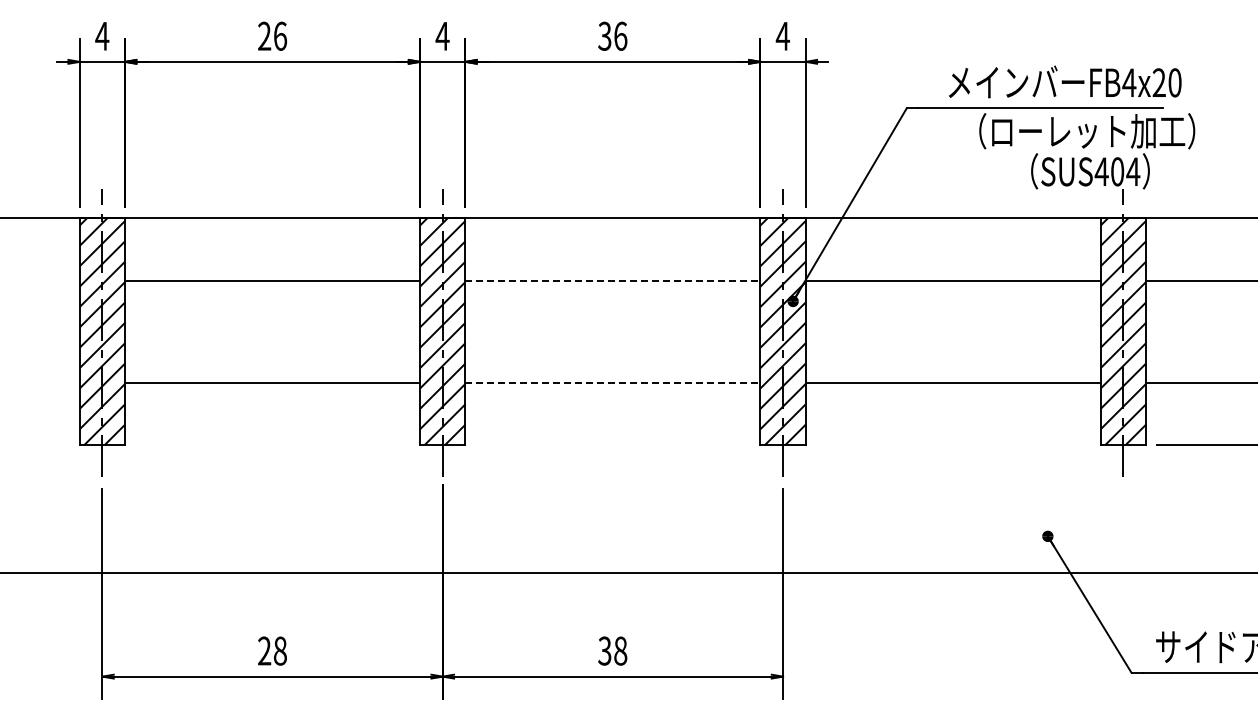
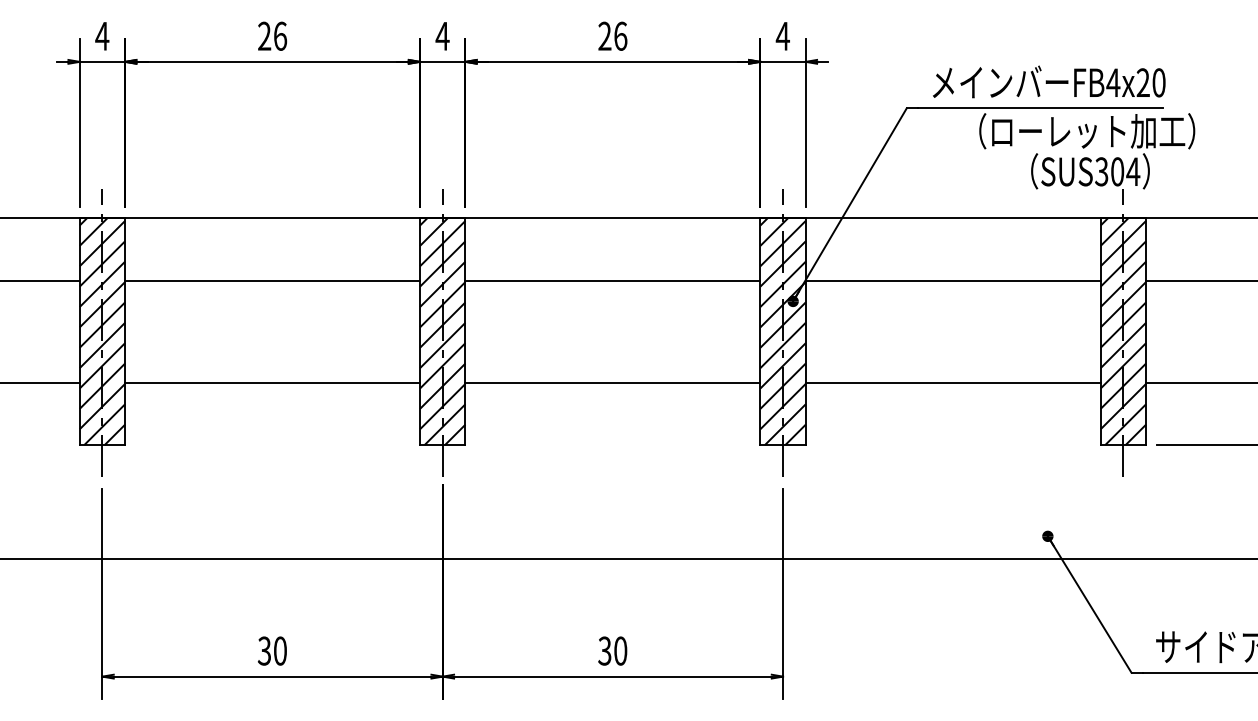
text at (604, 36): 36 -> 26
text at (1065, 81) position: (1065, 81) -> (1049, 81)
text at (1101, 171): SUS404 -> SUS304
line at (40, 280): none -> present
line at (613, 280): dashed -> solid
line at (40, 382): none -> present
line at (613, 382): dashed -> solid
line at (628, 572) position: (628, 572) -> (628, 558)
text at (271, 651): 28 -> 30
text at (620, 651): 38 -> 30
